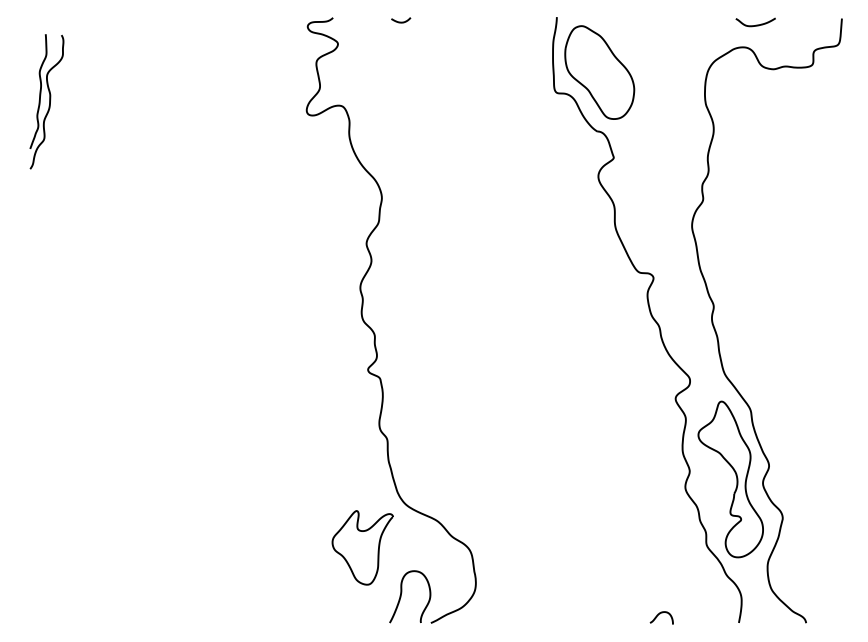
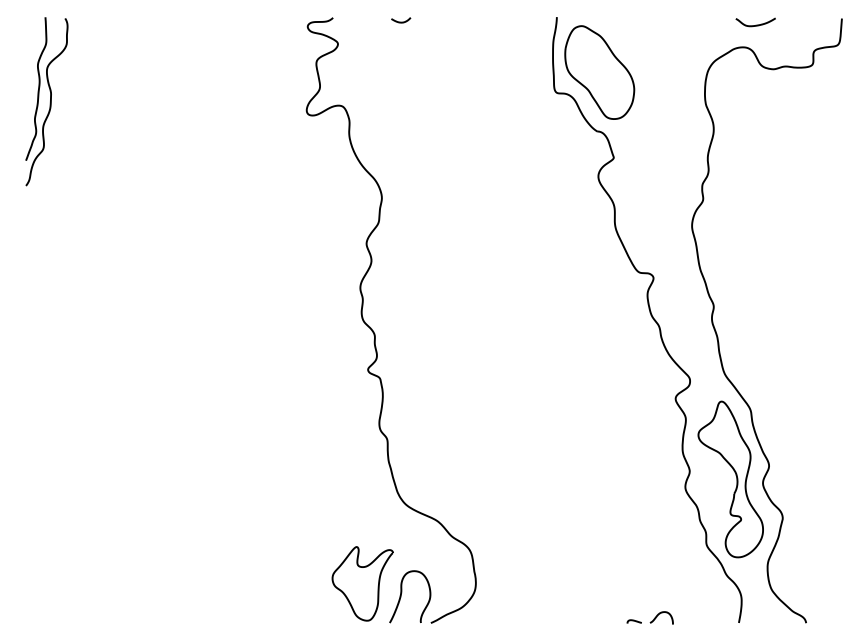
part at (46, 101) size: 36x136 px -> 44x170 px
part at (362, 547) position: (362, 547) -> (362, 583)
curve at (633, 621): none -> present
